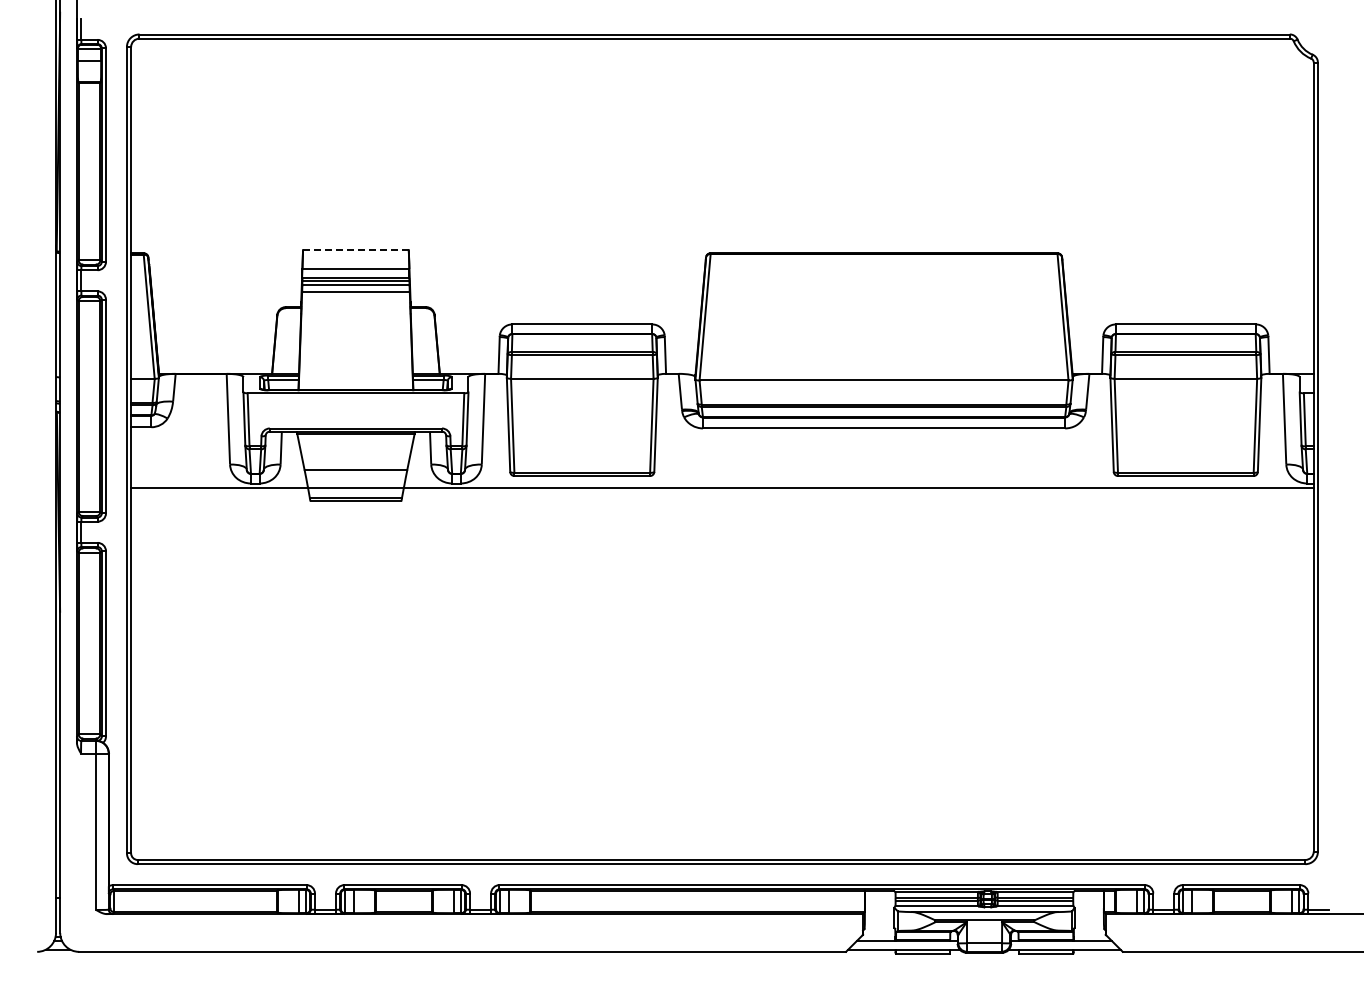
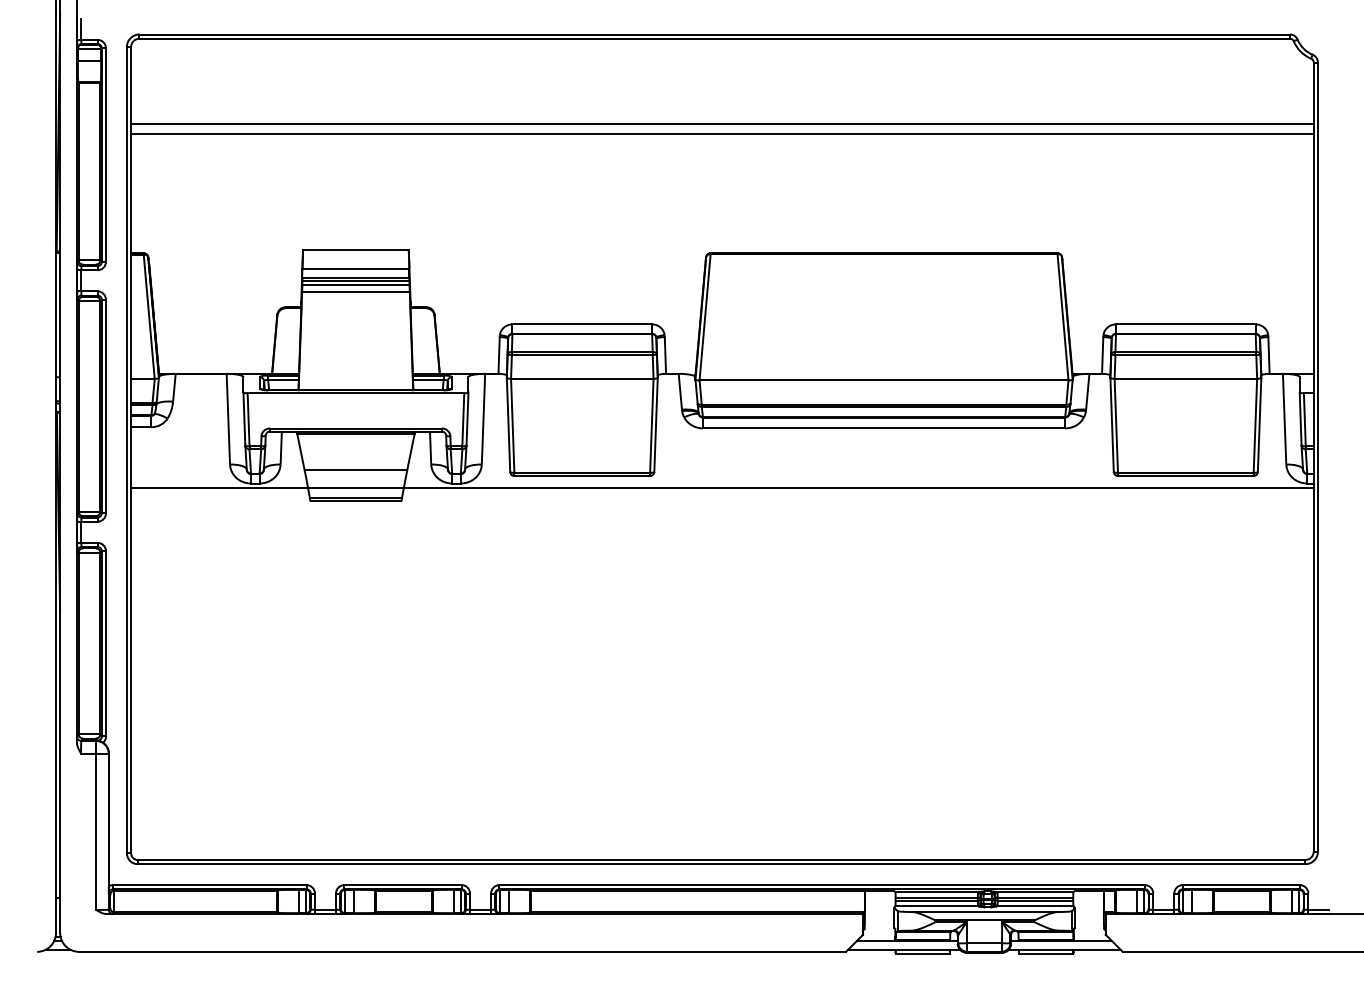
line at (722, 123): none -> present
line at (722, 133): none -> present
line at (355, 250): dashed -> solid
